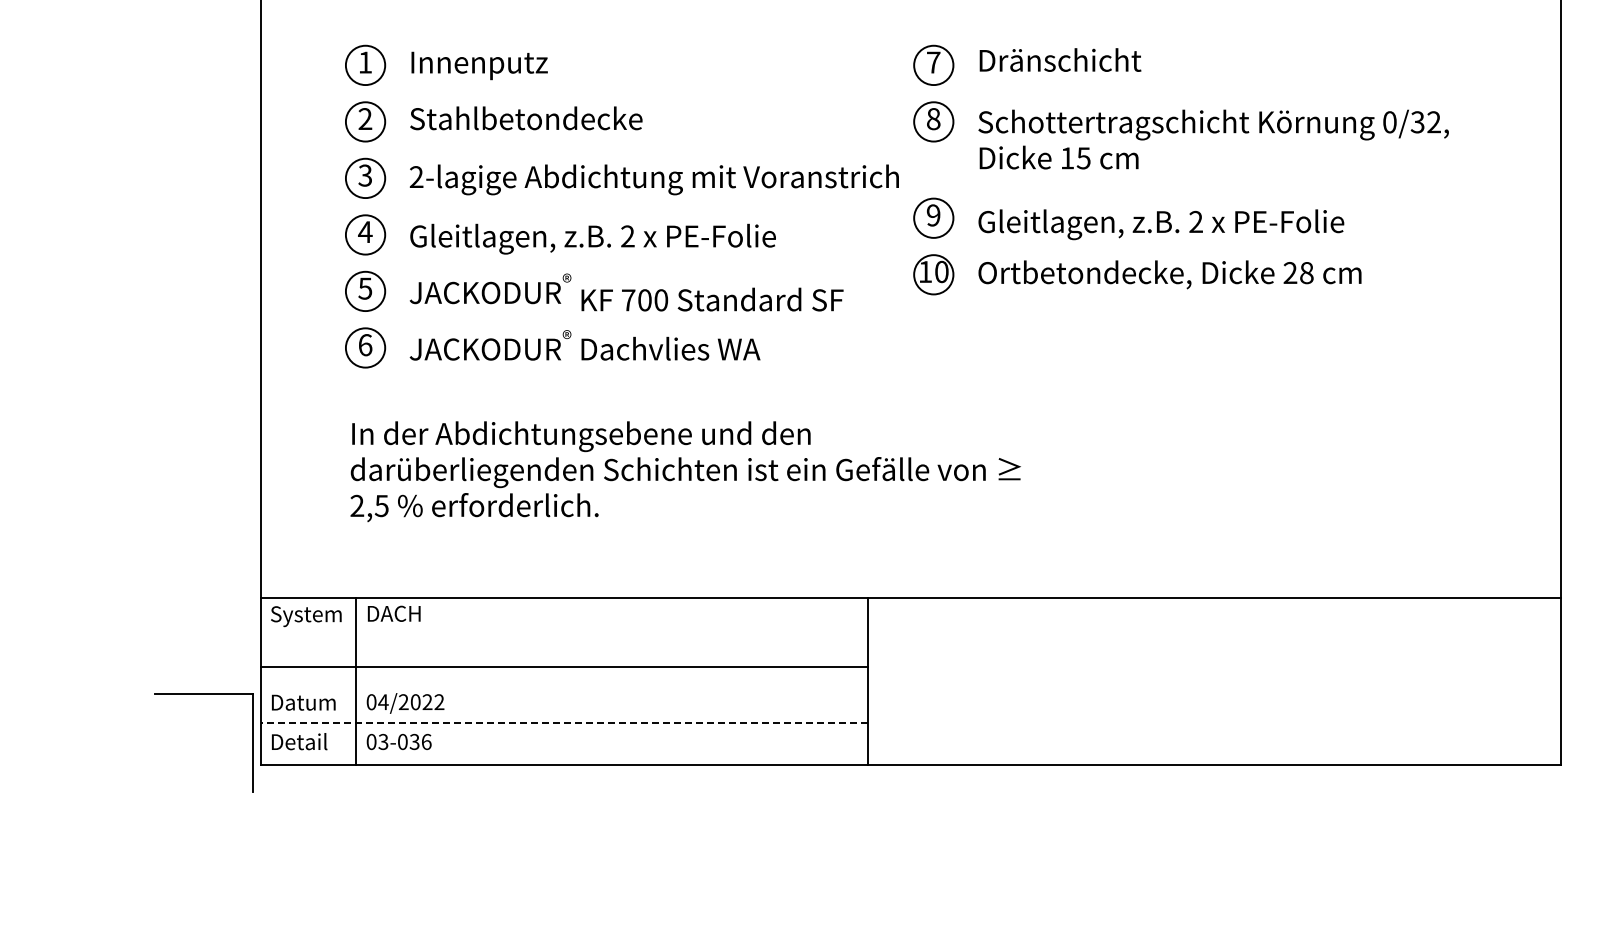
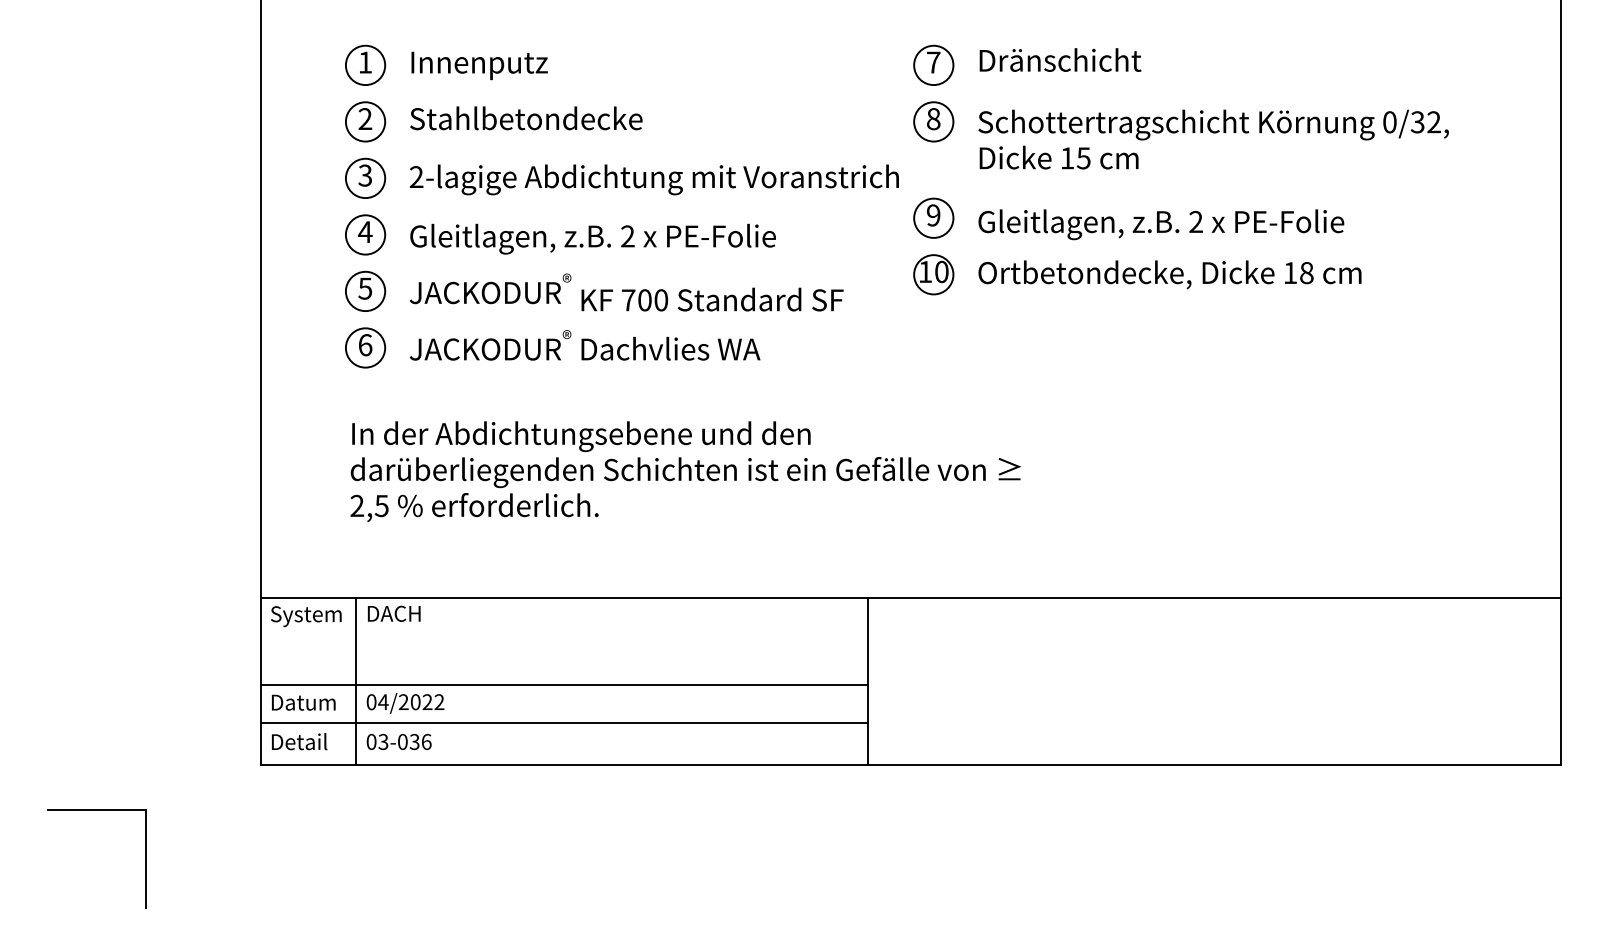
text at (1290, 272): 28 -> 18
line at (564, 667) position: (564, 667) -> (564, 685)
part at (203, 694) position: (203, 694) -> (96, 810)
line at (564, 722): dashed -> solid
